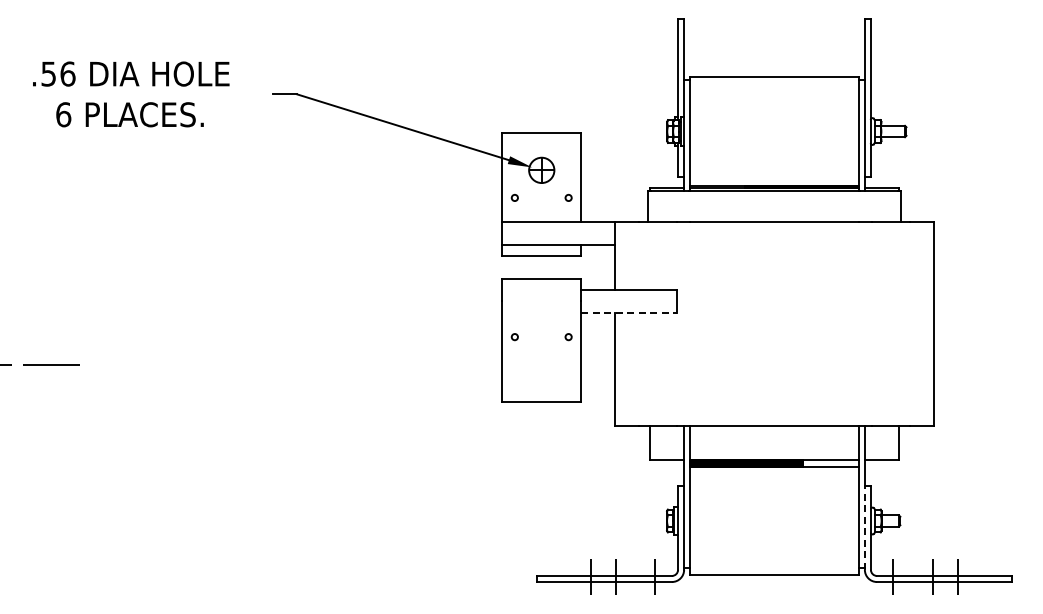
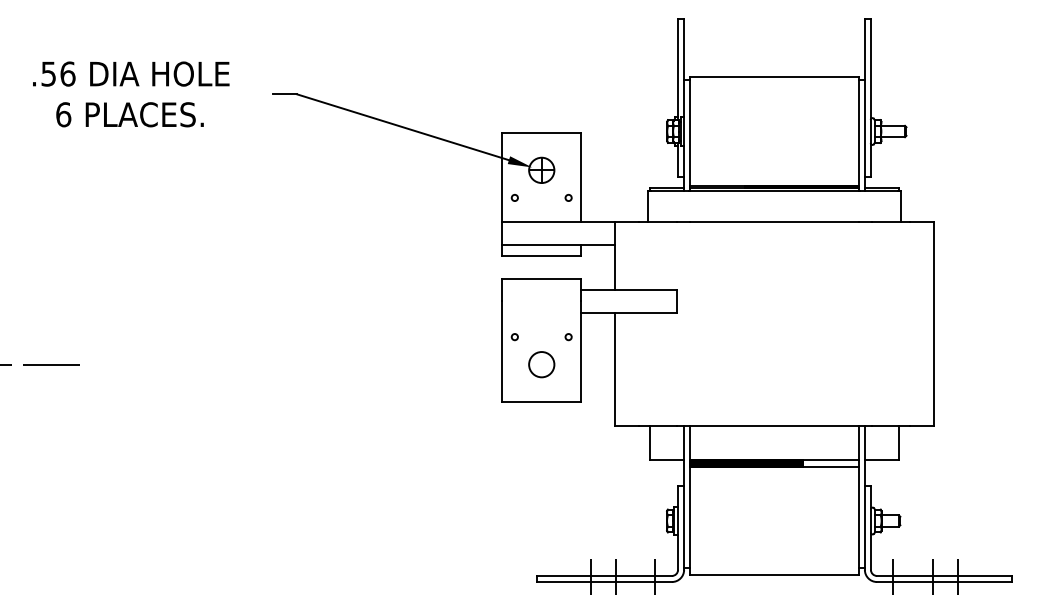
line at (629, 312): dashed -> solid
circle at (541, 364): none -> present
line at (864, 527): dashed -> solid
